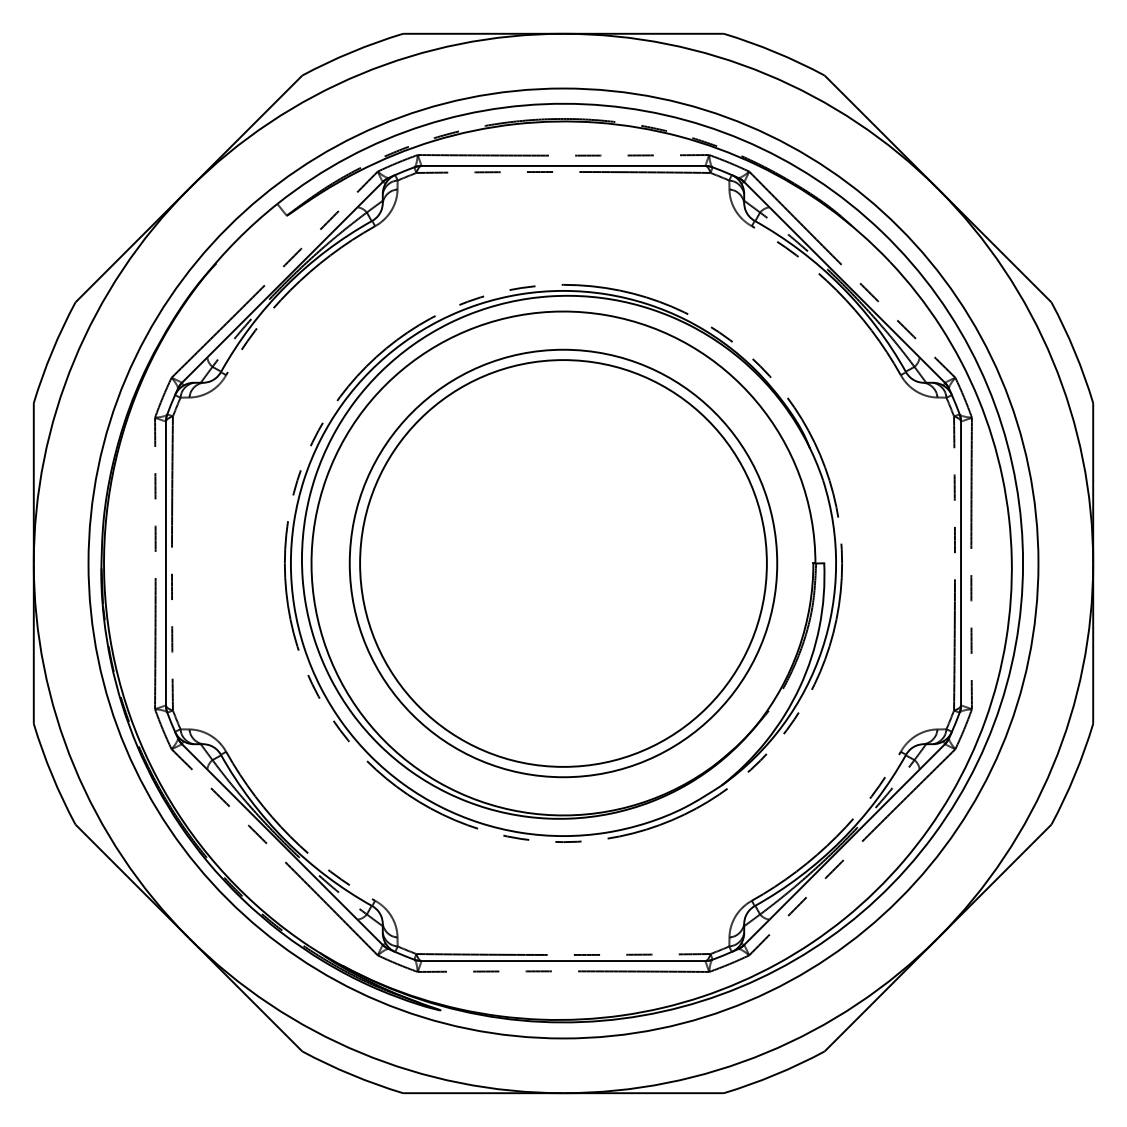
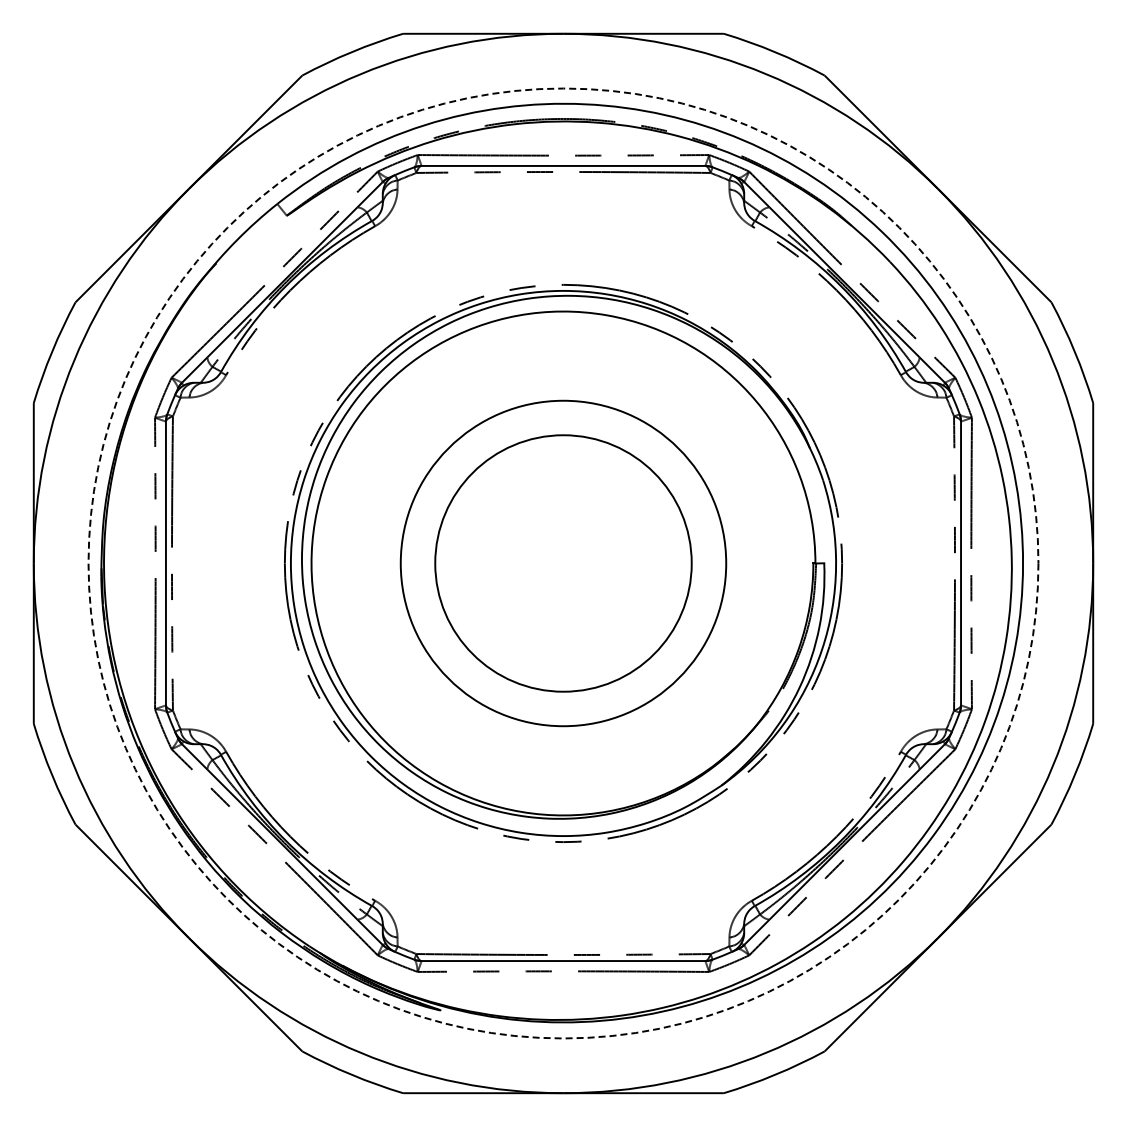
circle at (563, 563) diameter: 407 px -> 325 px
circle at (563, 563) diameter: 427 px -> 256 px
circle at (563, 563): solid -> dashed
